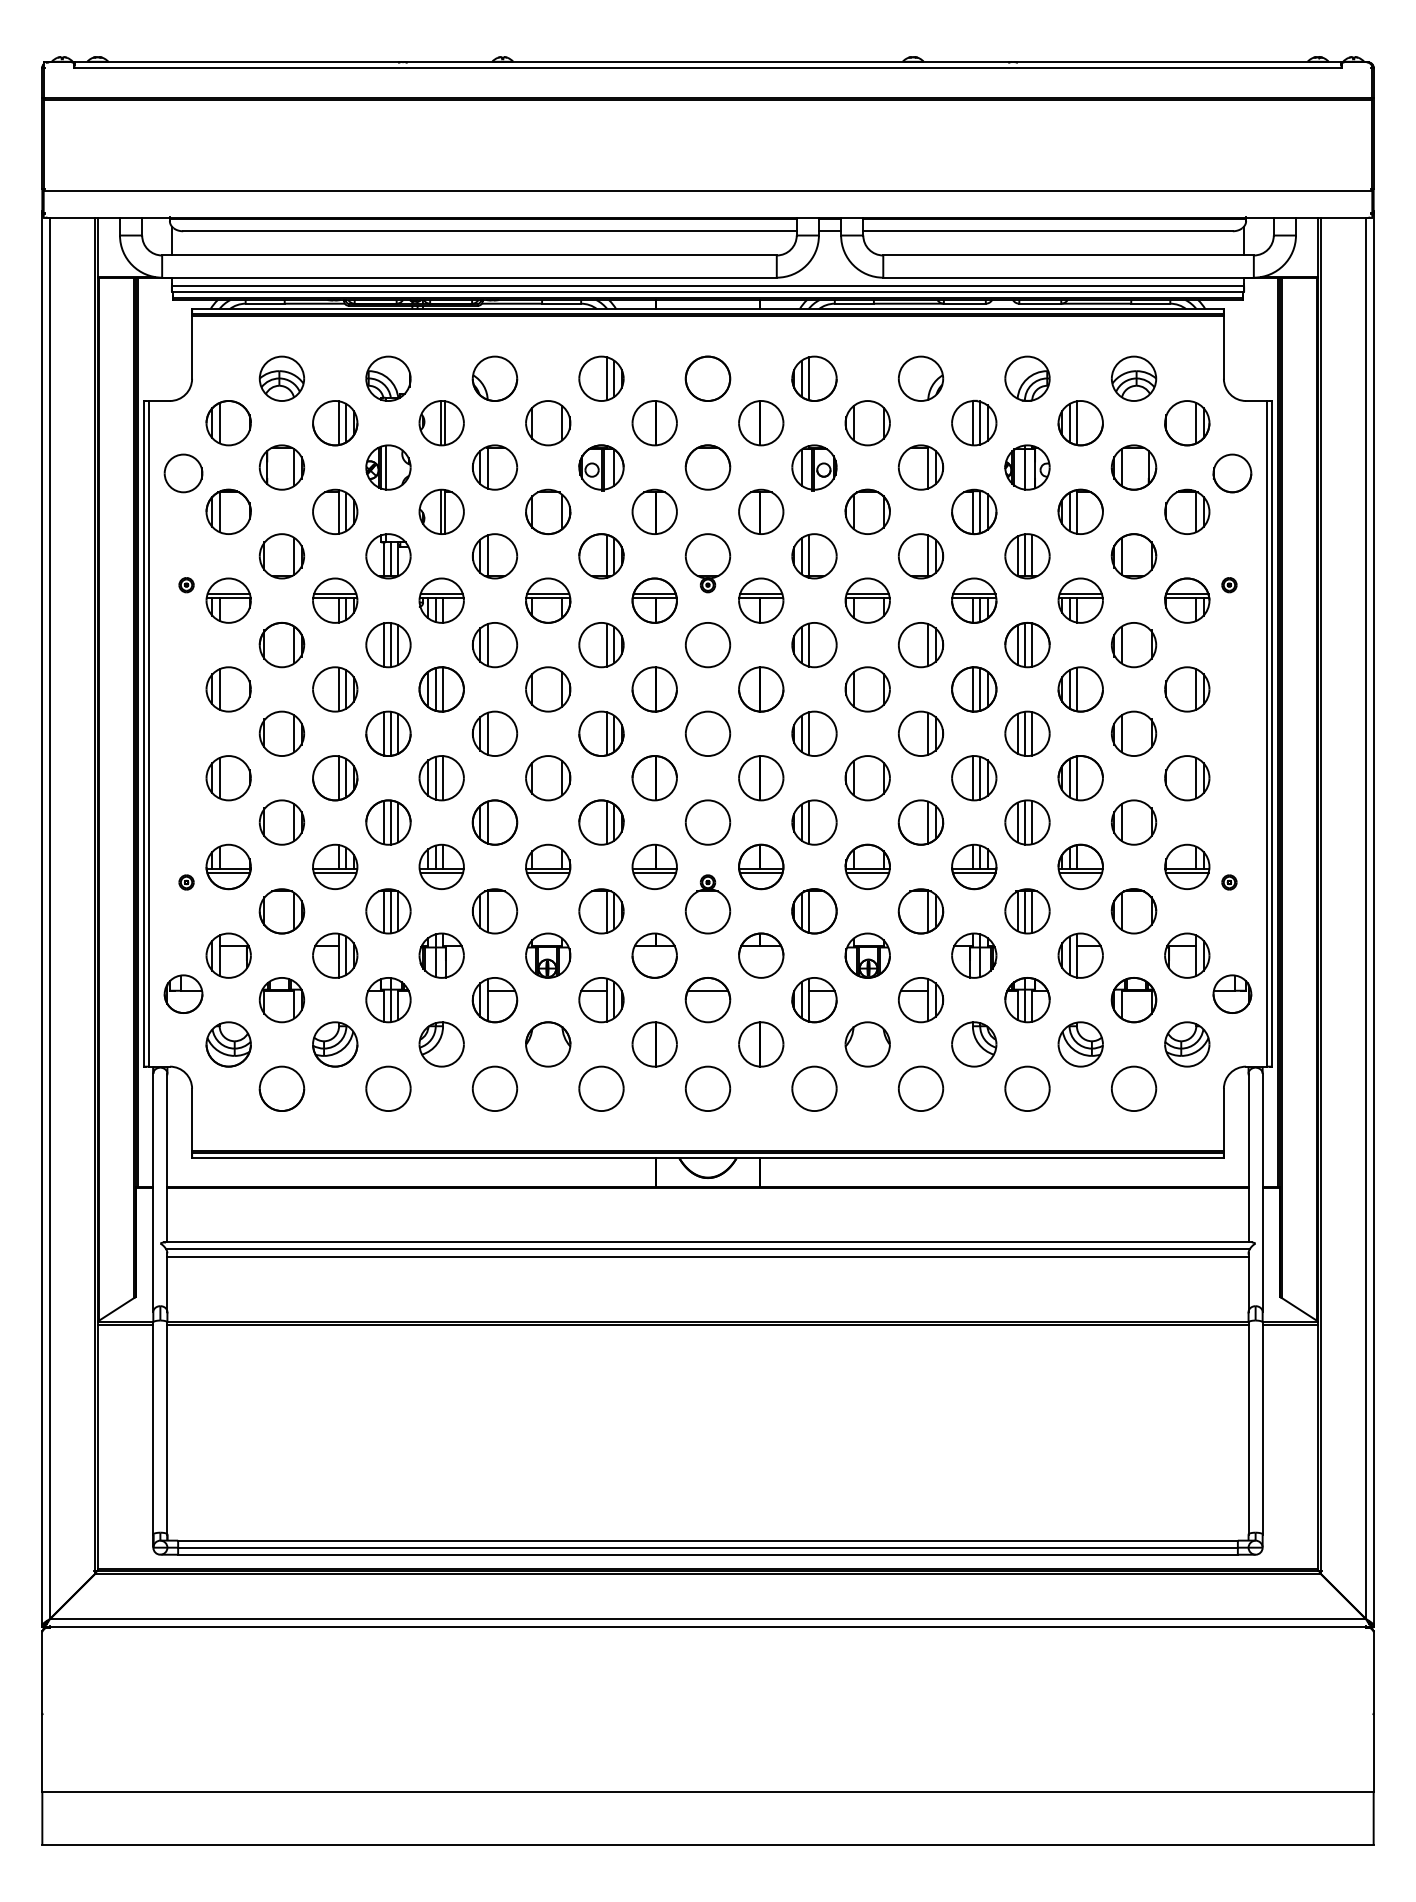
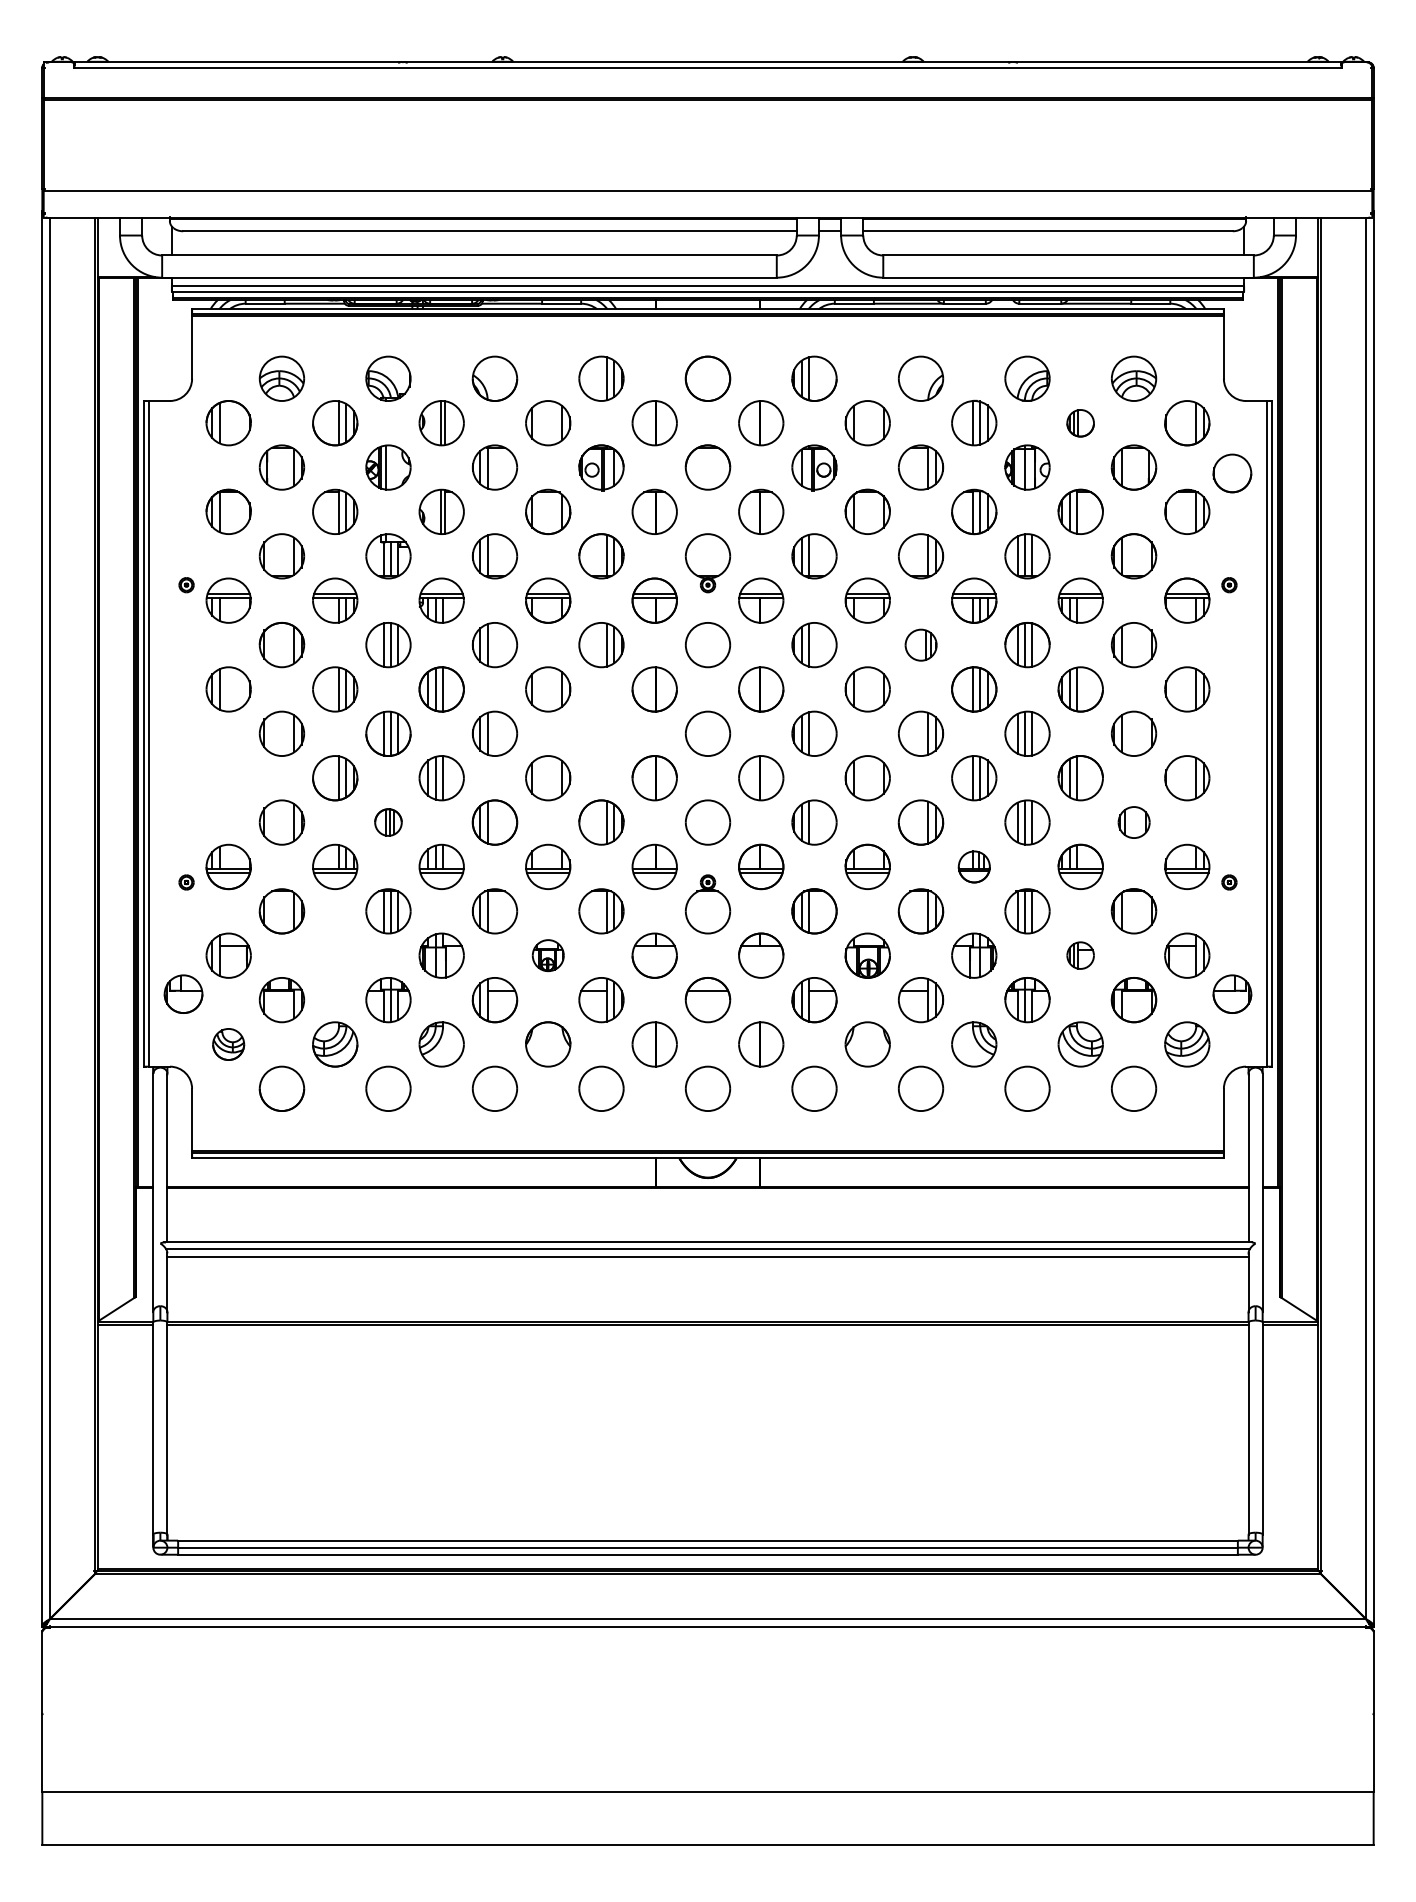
part at (1080, 423) size: 47x47 px -> 29x29 px
part at (183, 473): present -> none
part at (921, 645) size: 47x47 px -> 34x34 px
part at (601, 733): present -> none
part at (228, 778): present -> none
part at (388, 822) size: 47x47 px -> 29x29 px
part at (1134, 822) size: 47x47 px -> 34x33 px
part at (974, 866) size: 47x48 px -> 34x34 px
part at (335, 955): present -> none
part at (548, 955) size: 47x47 px -> 34x34 px
part at (1080, 955) size: 47x47 px -> 29x29 px
part at (228, 1044) size: 47x47 px -> 34x33 px
